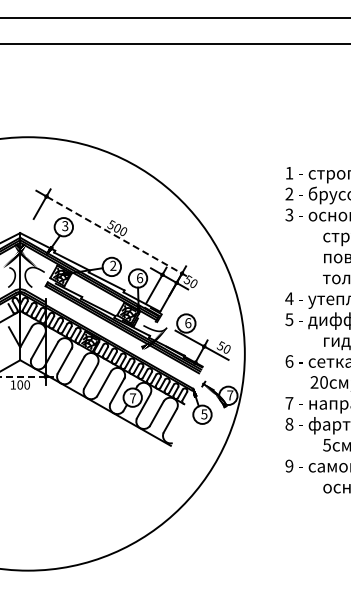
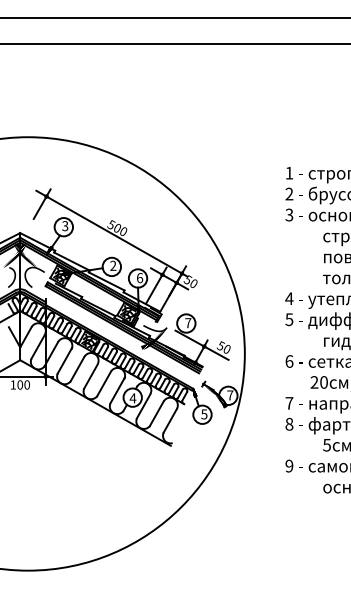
line at (116, 236): dashed -> solid
text at (188, 323): 6 -> 7
line at (23, 376): dashed -> solid
text at (132, 398): 7 -> 4
